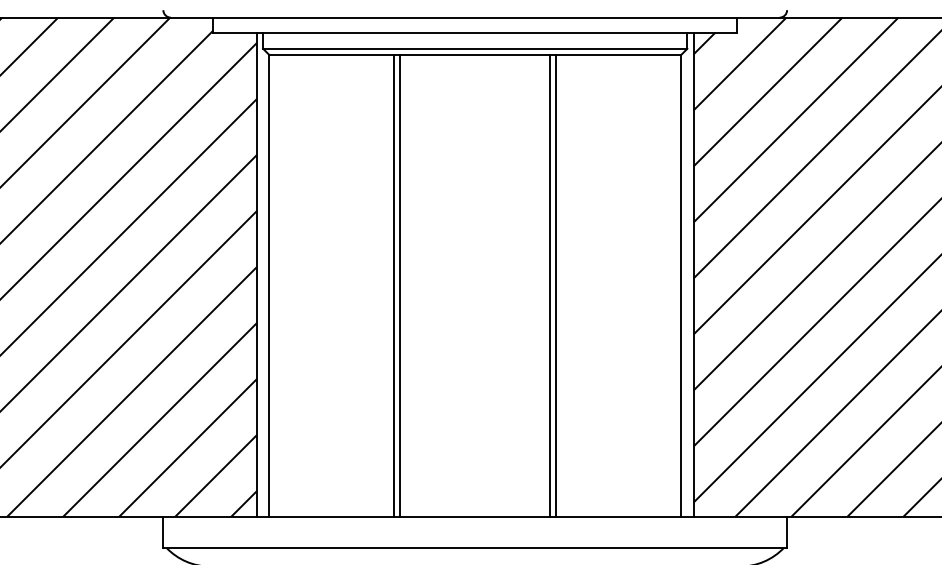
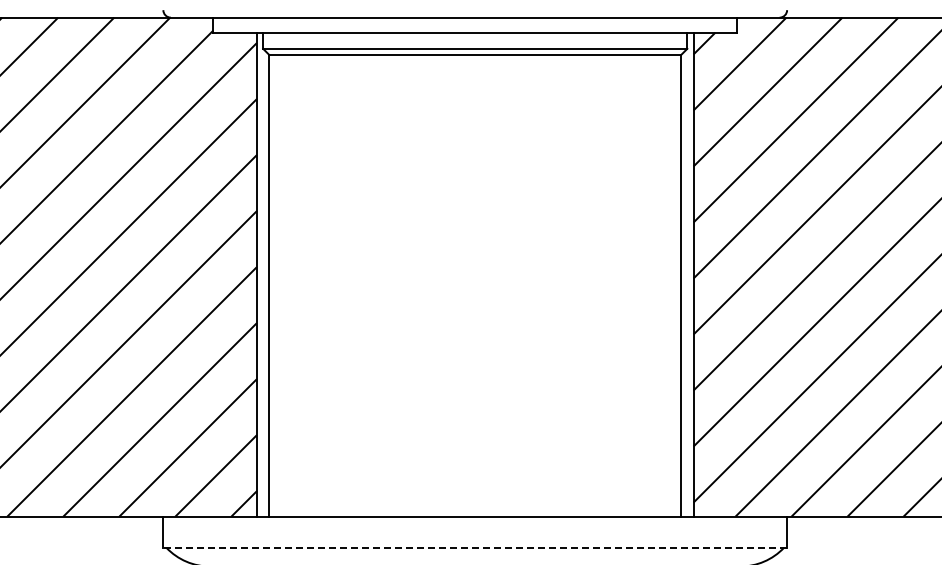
line at (394, 285): present -> none
line at (400, 285): present -> none
line at (550, 285): present -> none
line at (556, 285): present -> none
line at (475, 547): solid -> dashed
